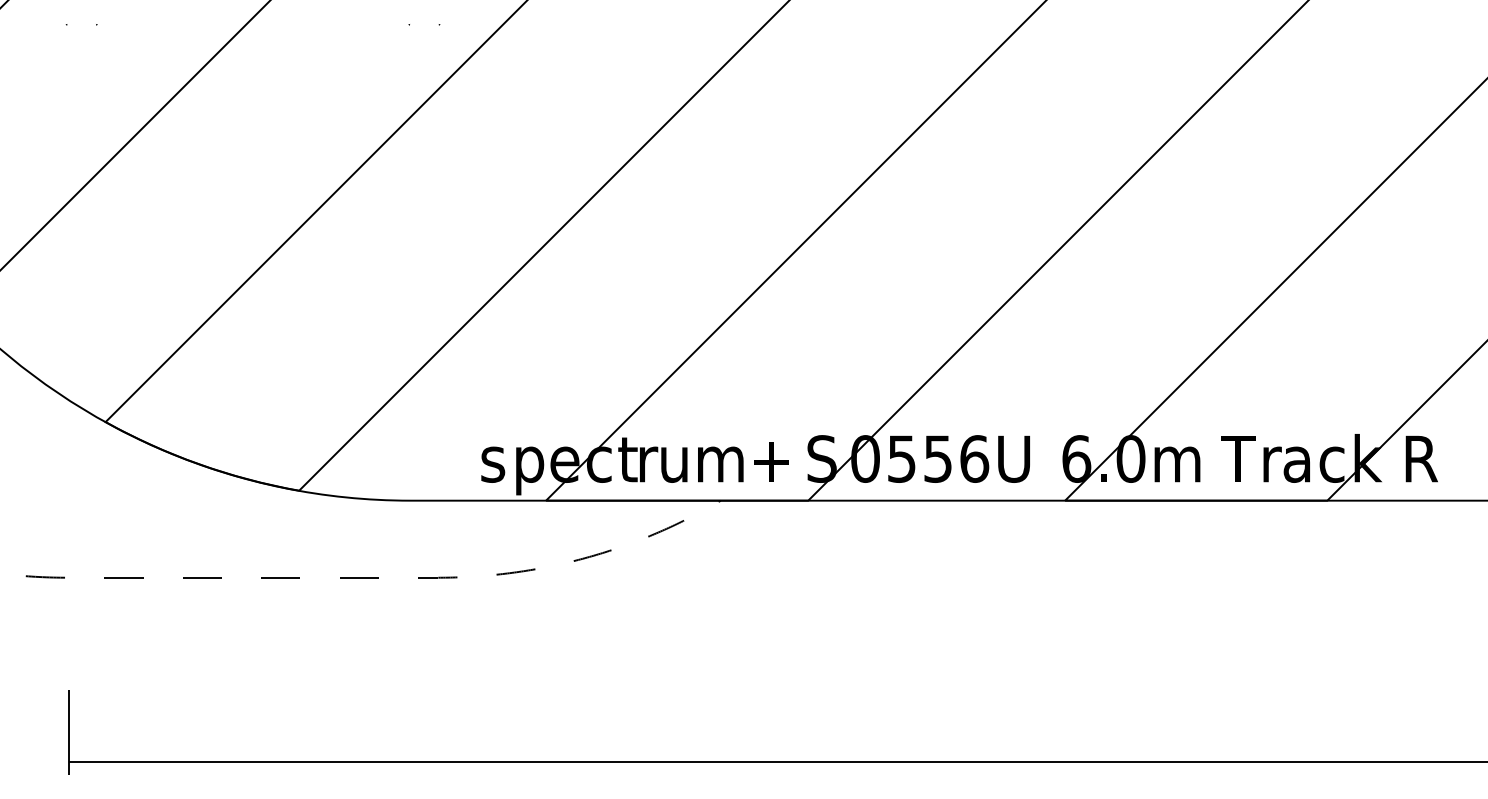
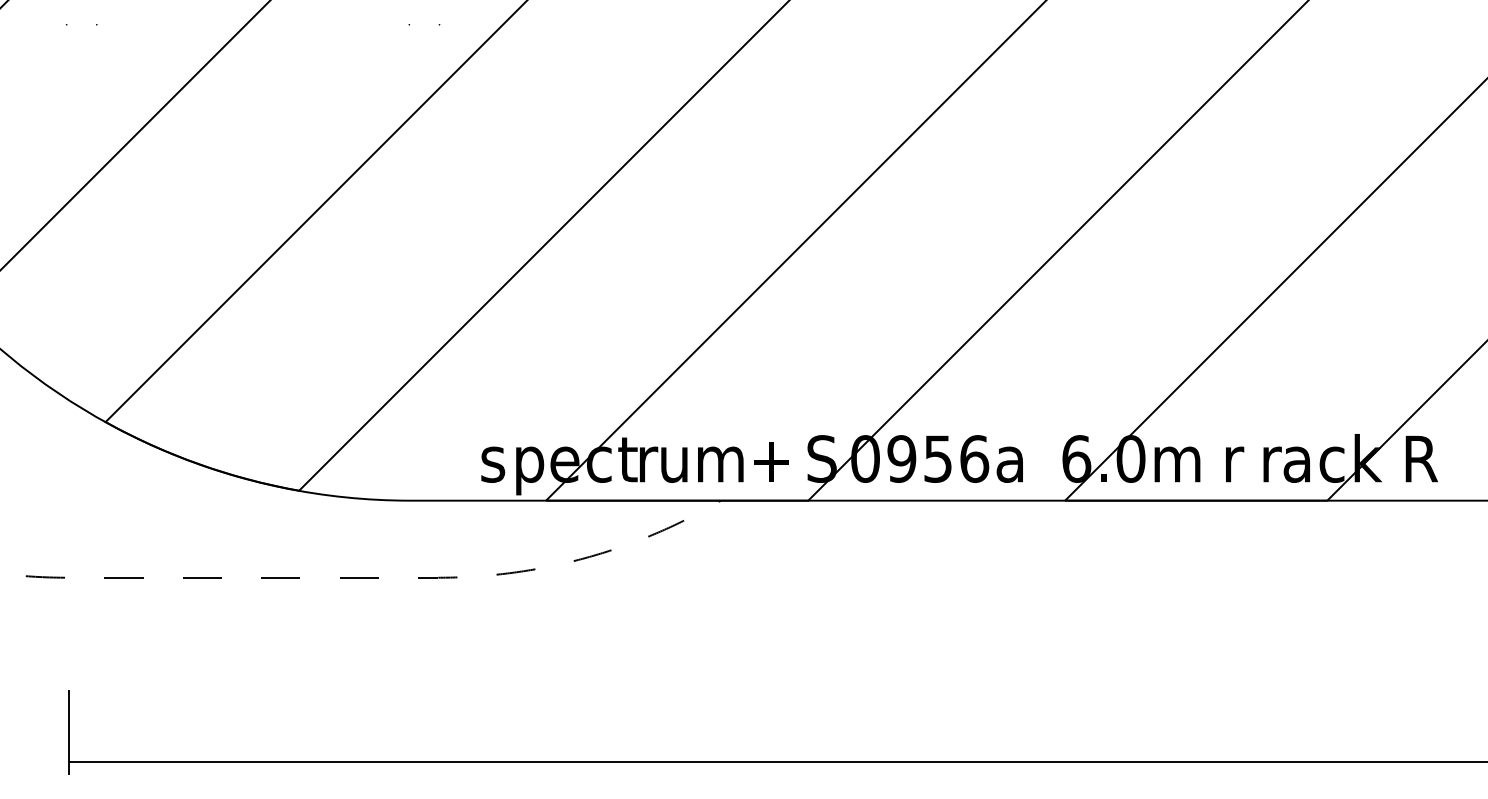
text at (901, 458): 5 -> 9
text at (1012, 458): U -> a
text at (1238, 459): T -> r
